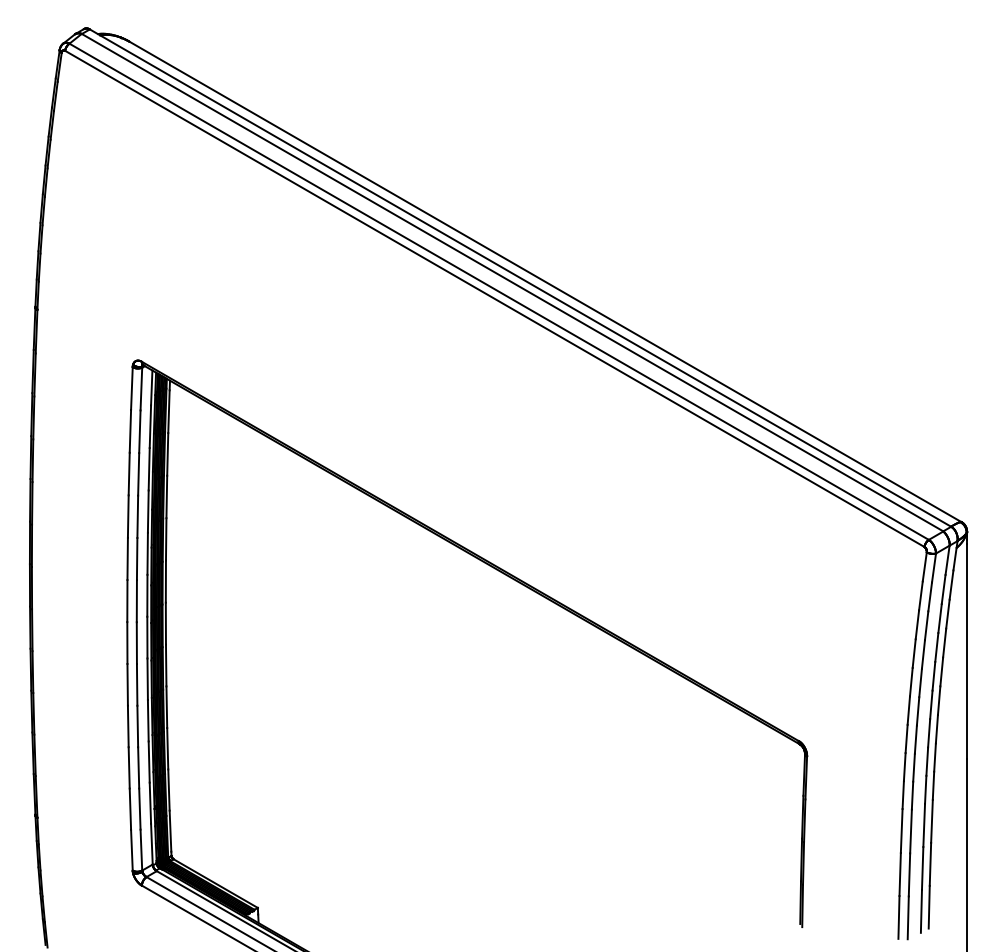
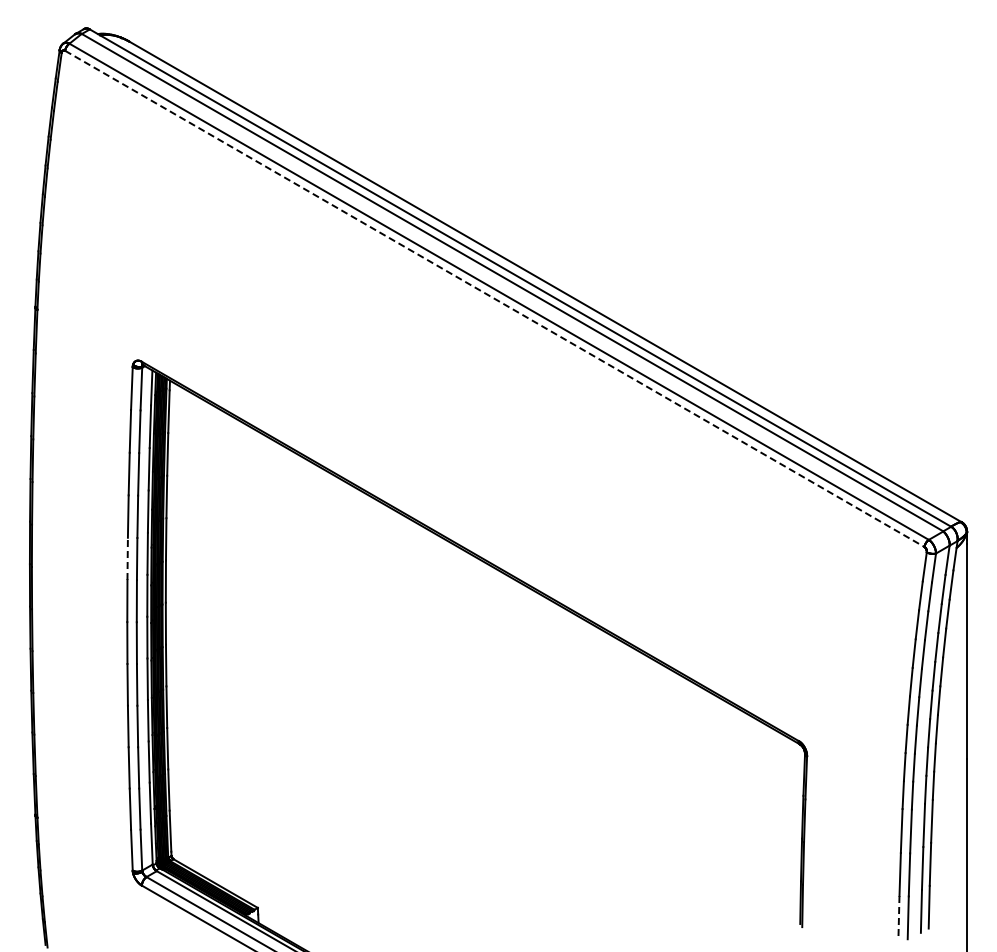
line at (495, 299): solid -> dashed
line at (127, 558): solid -> dashed
line at (898, 917): solid -> dashed
